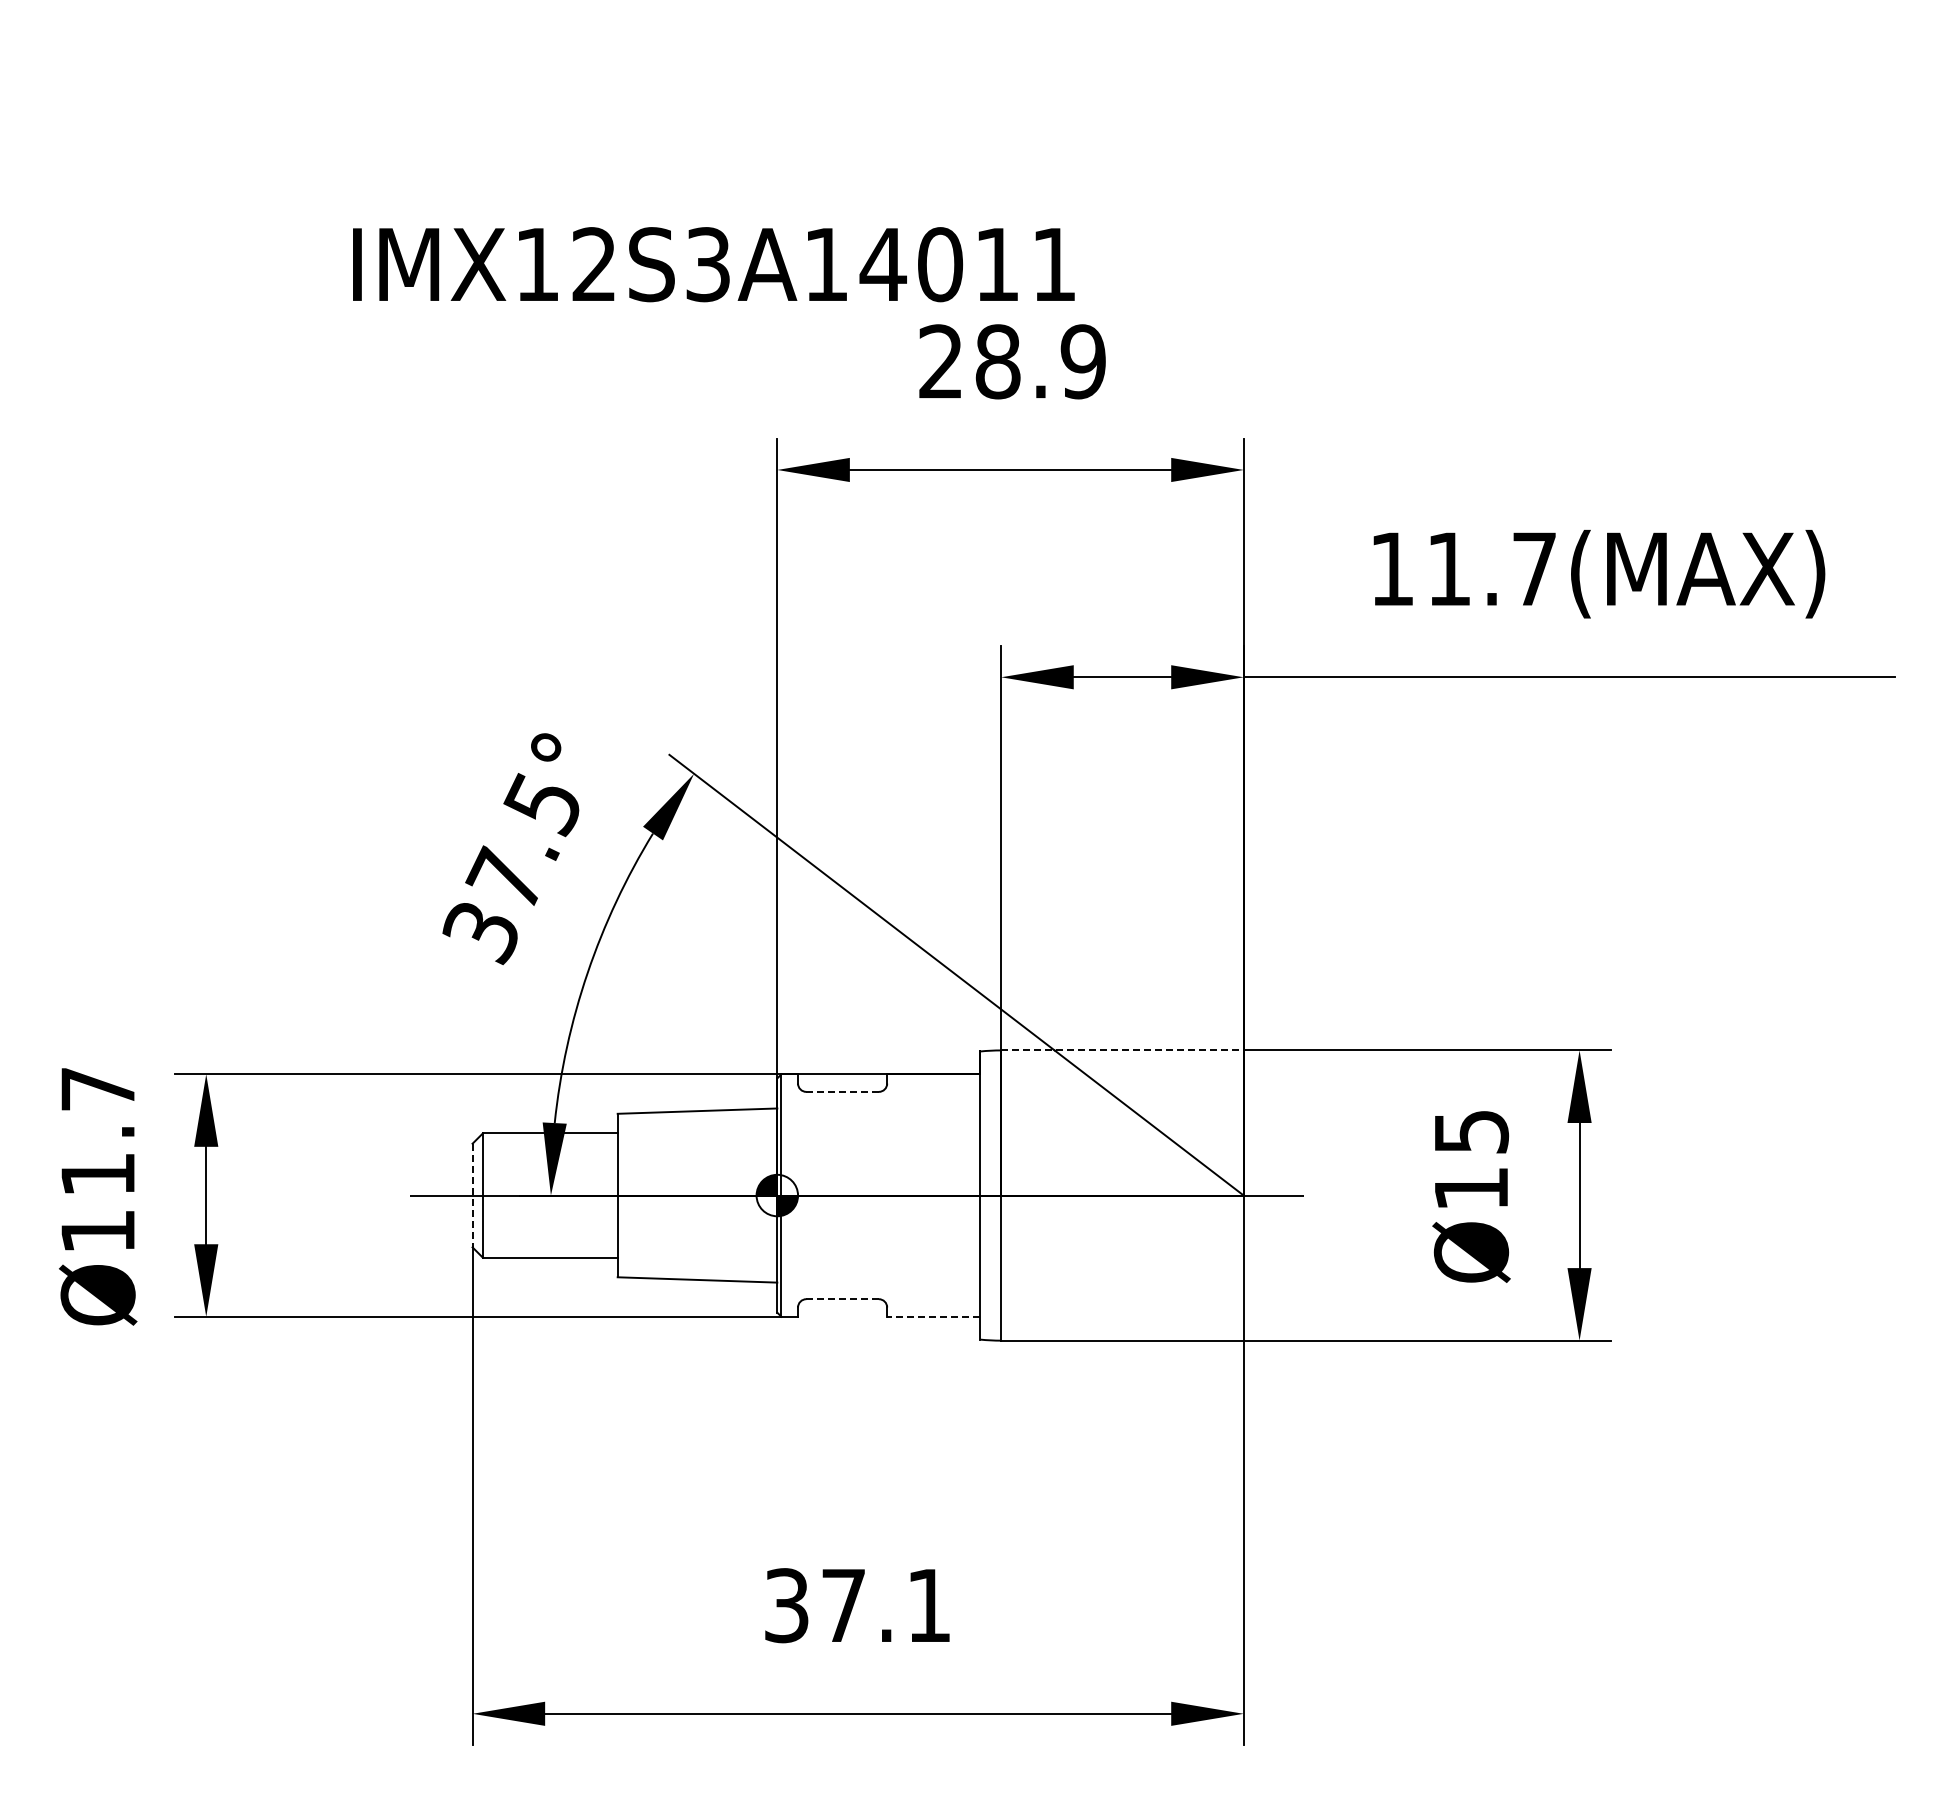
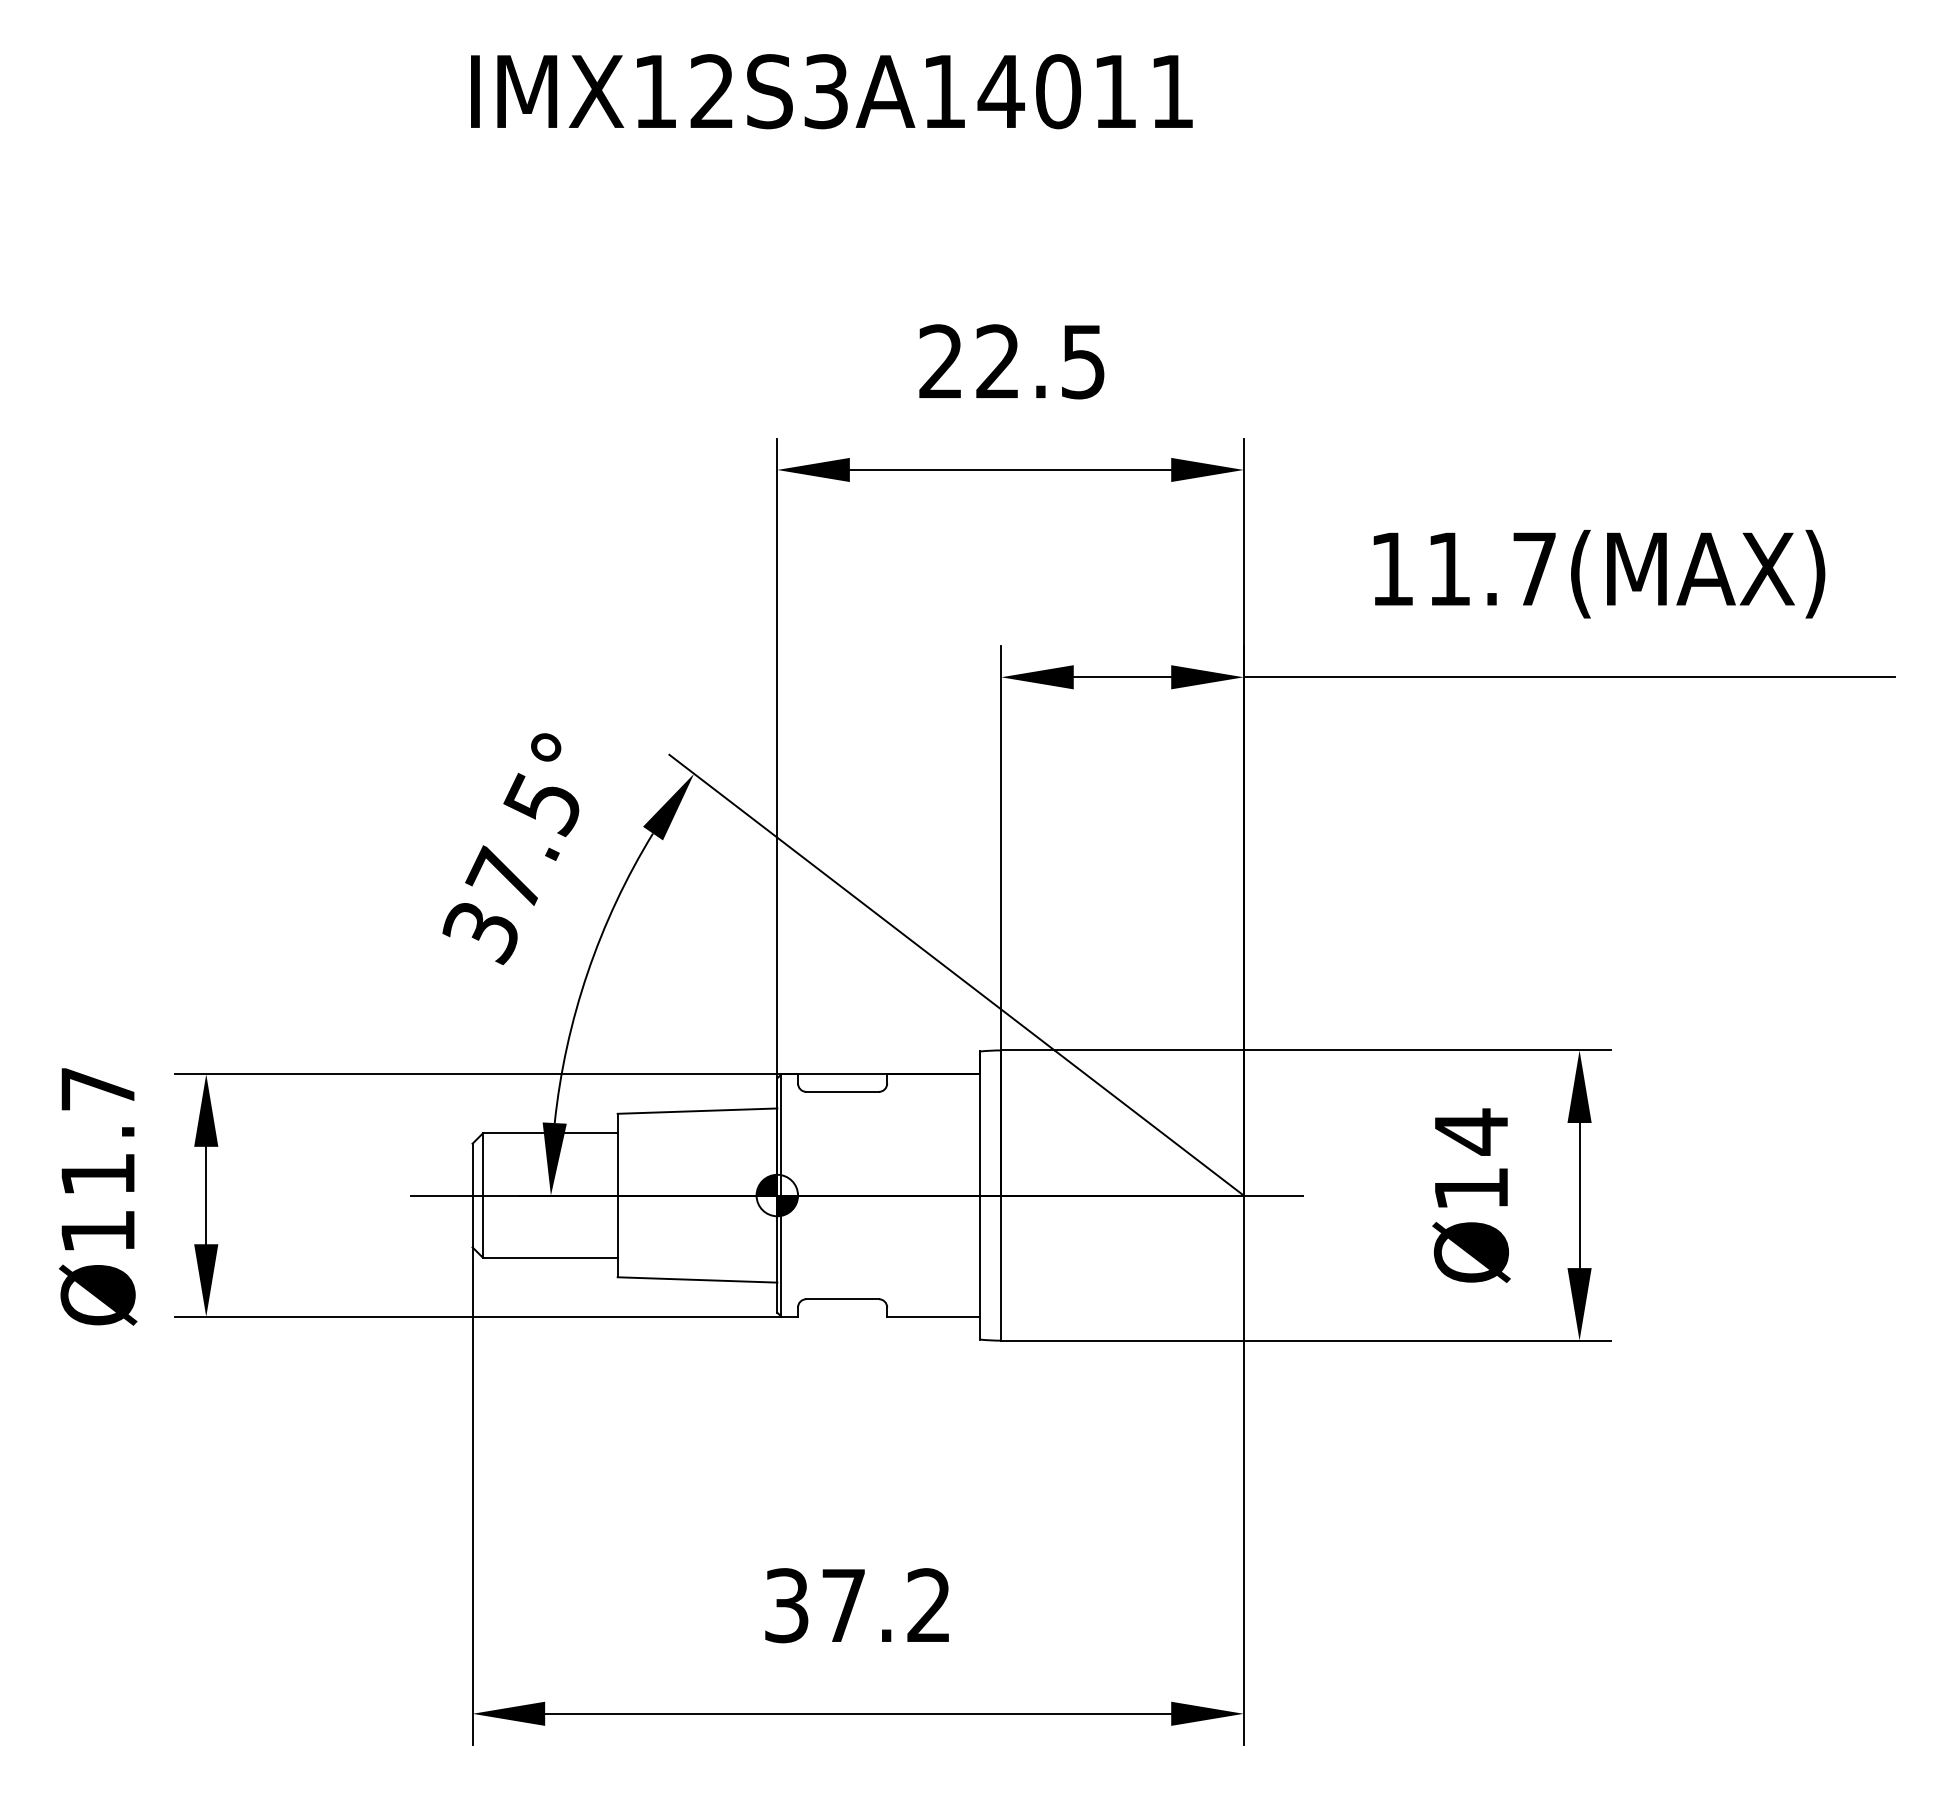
text at (713, 264) position: (713, 264) -> (831, 91)
text at (1040, 361): 28.9 -> 22.5
line at (1122, 1050): dashed -> solid
line at (842, 1091): dashed -> solid
text at (1472, 1131): Ø15 -> Ø14
line at (472, 1195): dashed -> solid
line at (842, 1299): dashed -> solid
line at (933, 1316): dashed -> solid
text at (928, 1604): 37.1 -> 37.2
